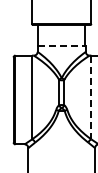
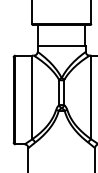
line at (62, 46): dashed -> solid
line at (91, 97): dashed -> solid
